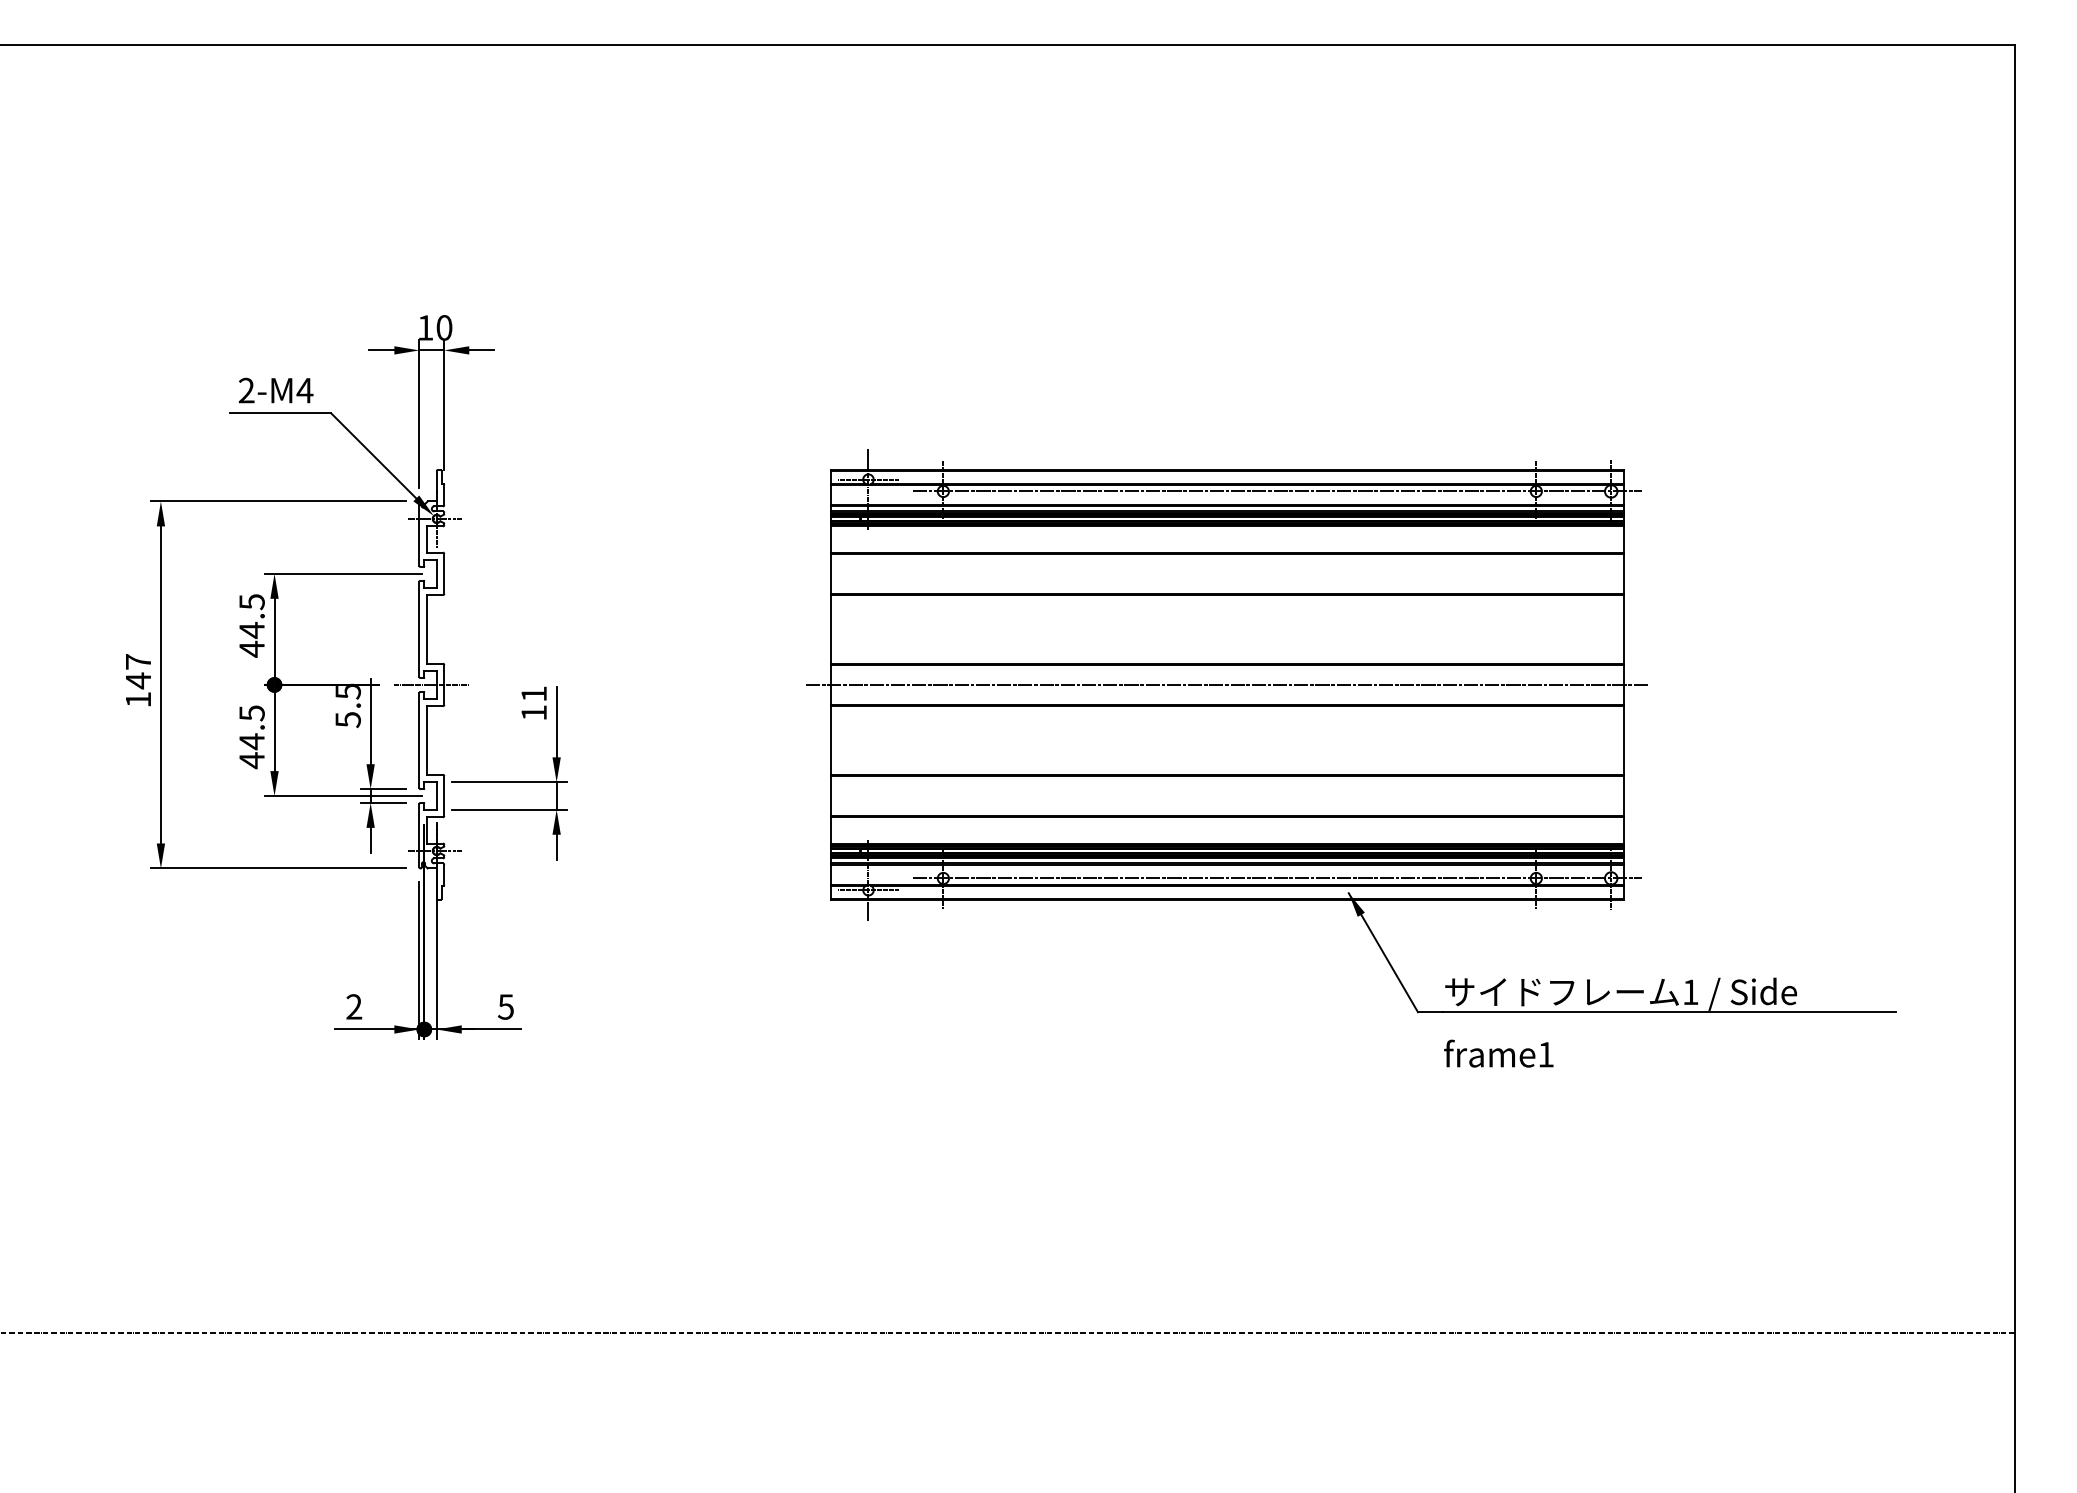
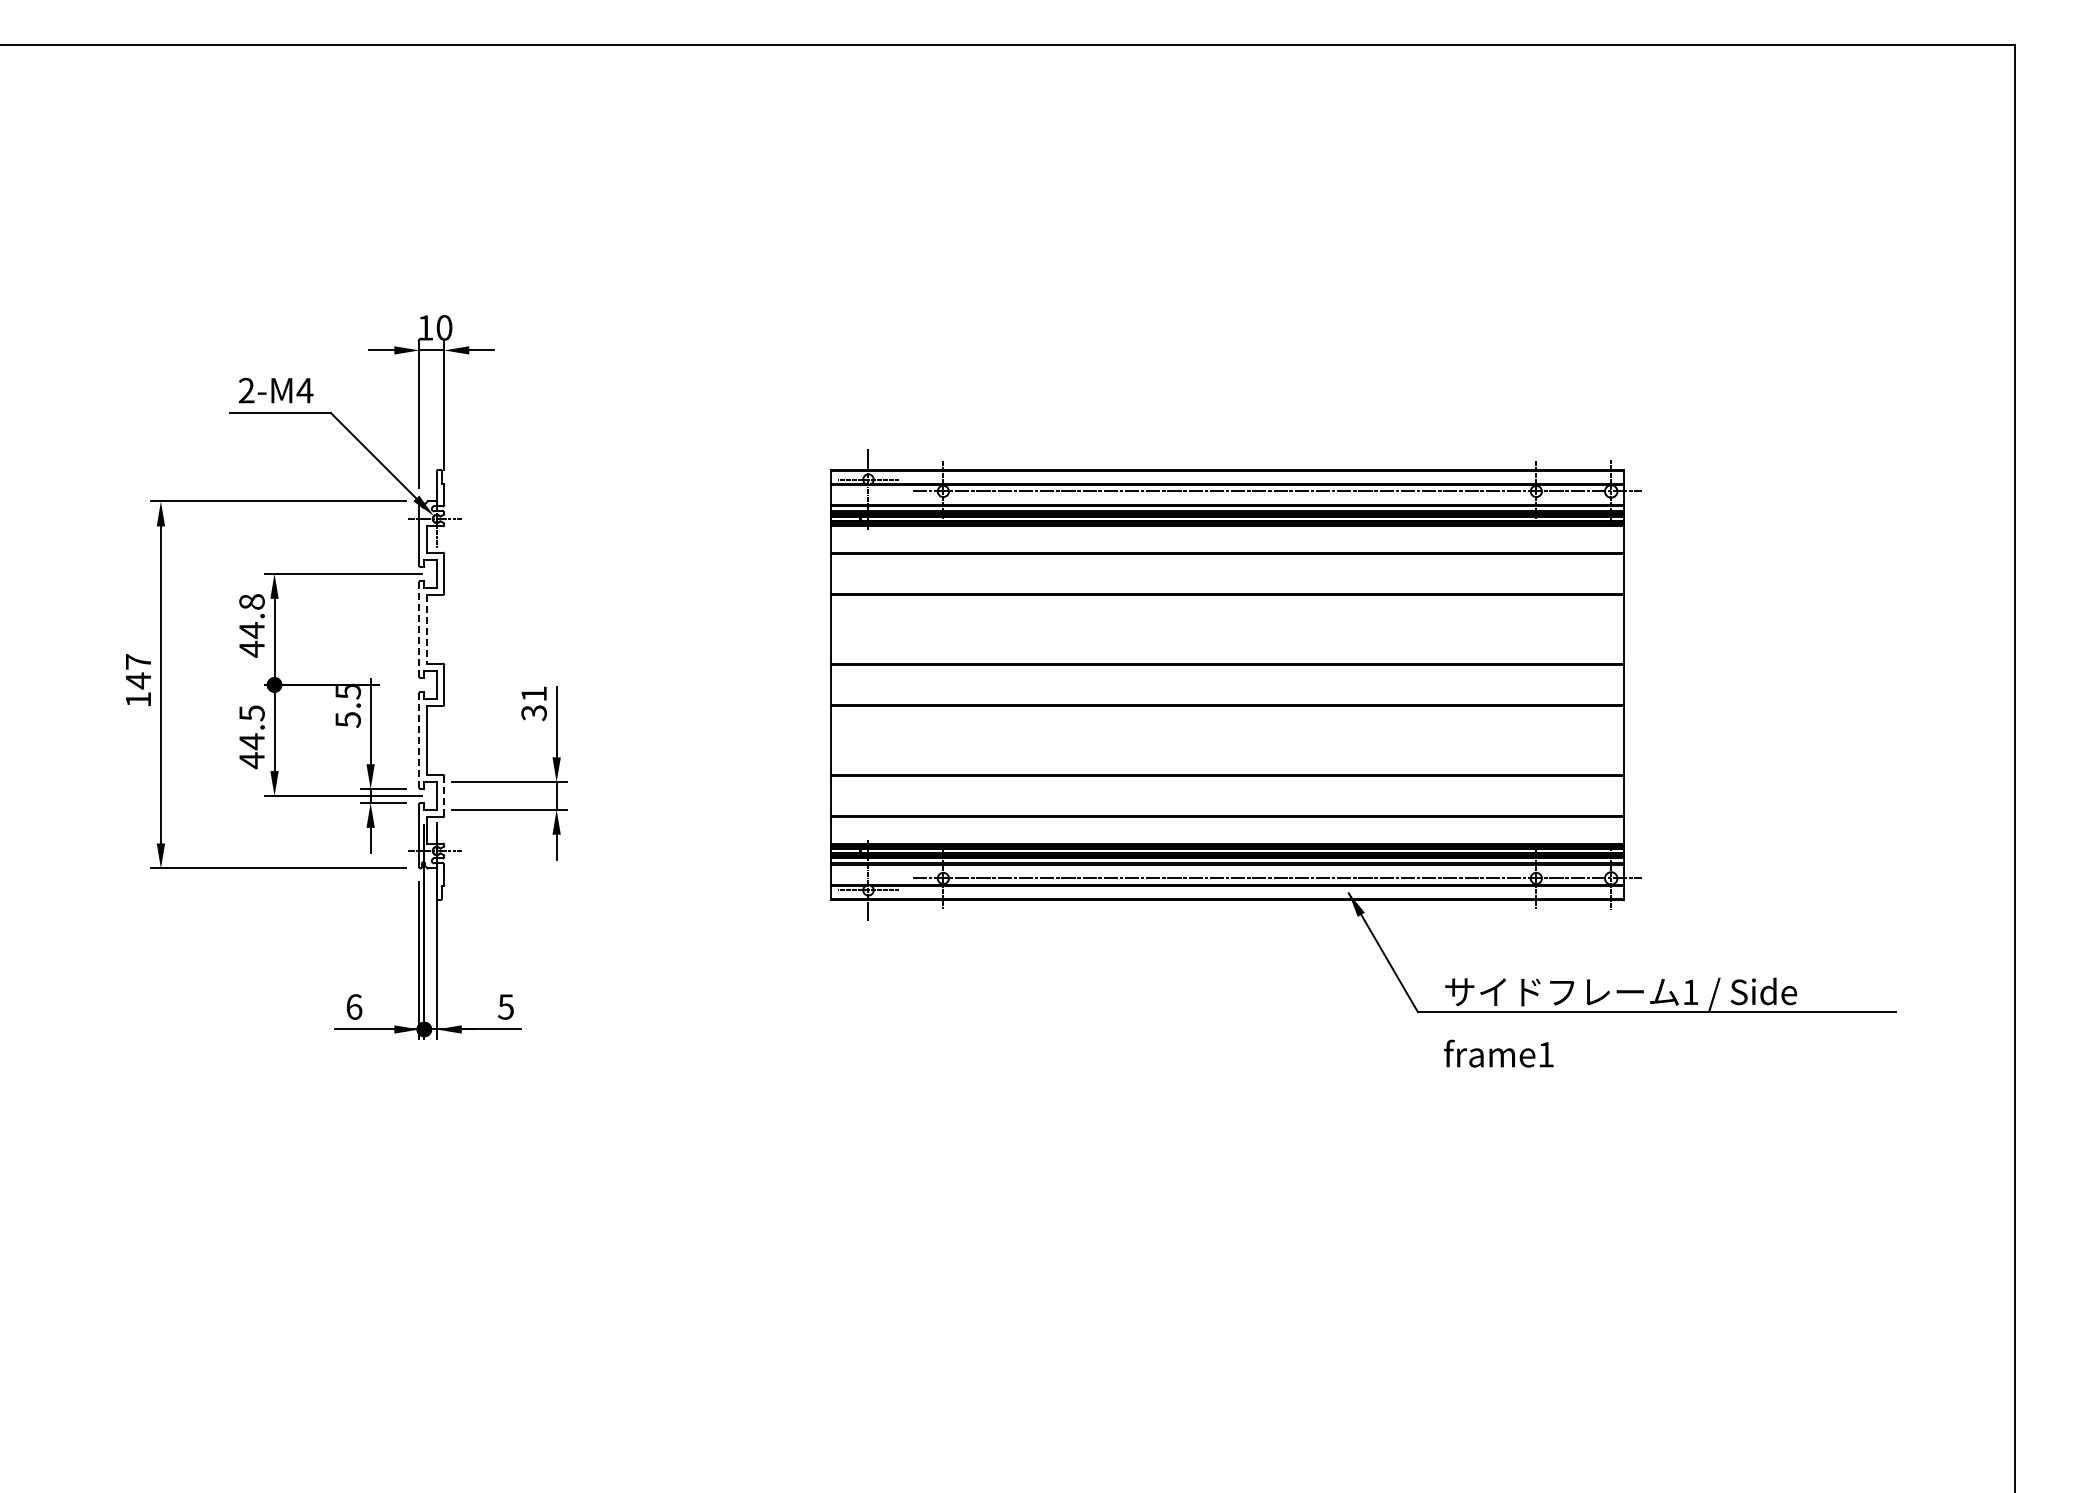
text at (251, 602): 44.5 -> 44.8
line at (419, 628): solid -> dashed
line at (426, 629): solid -> dashed
line at (431, 684): present -> none
line at (1227, 684): present -> none
text at (534, 713): 11 -> 31
line at (419, 740): solid -> dashed
line at (444, 796): solid -> dashed
text at (354, 1006): 2 -> 6
line at (1008, 1332): present -> none
